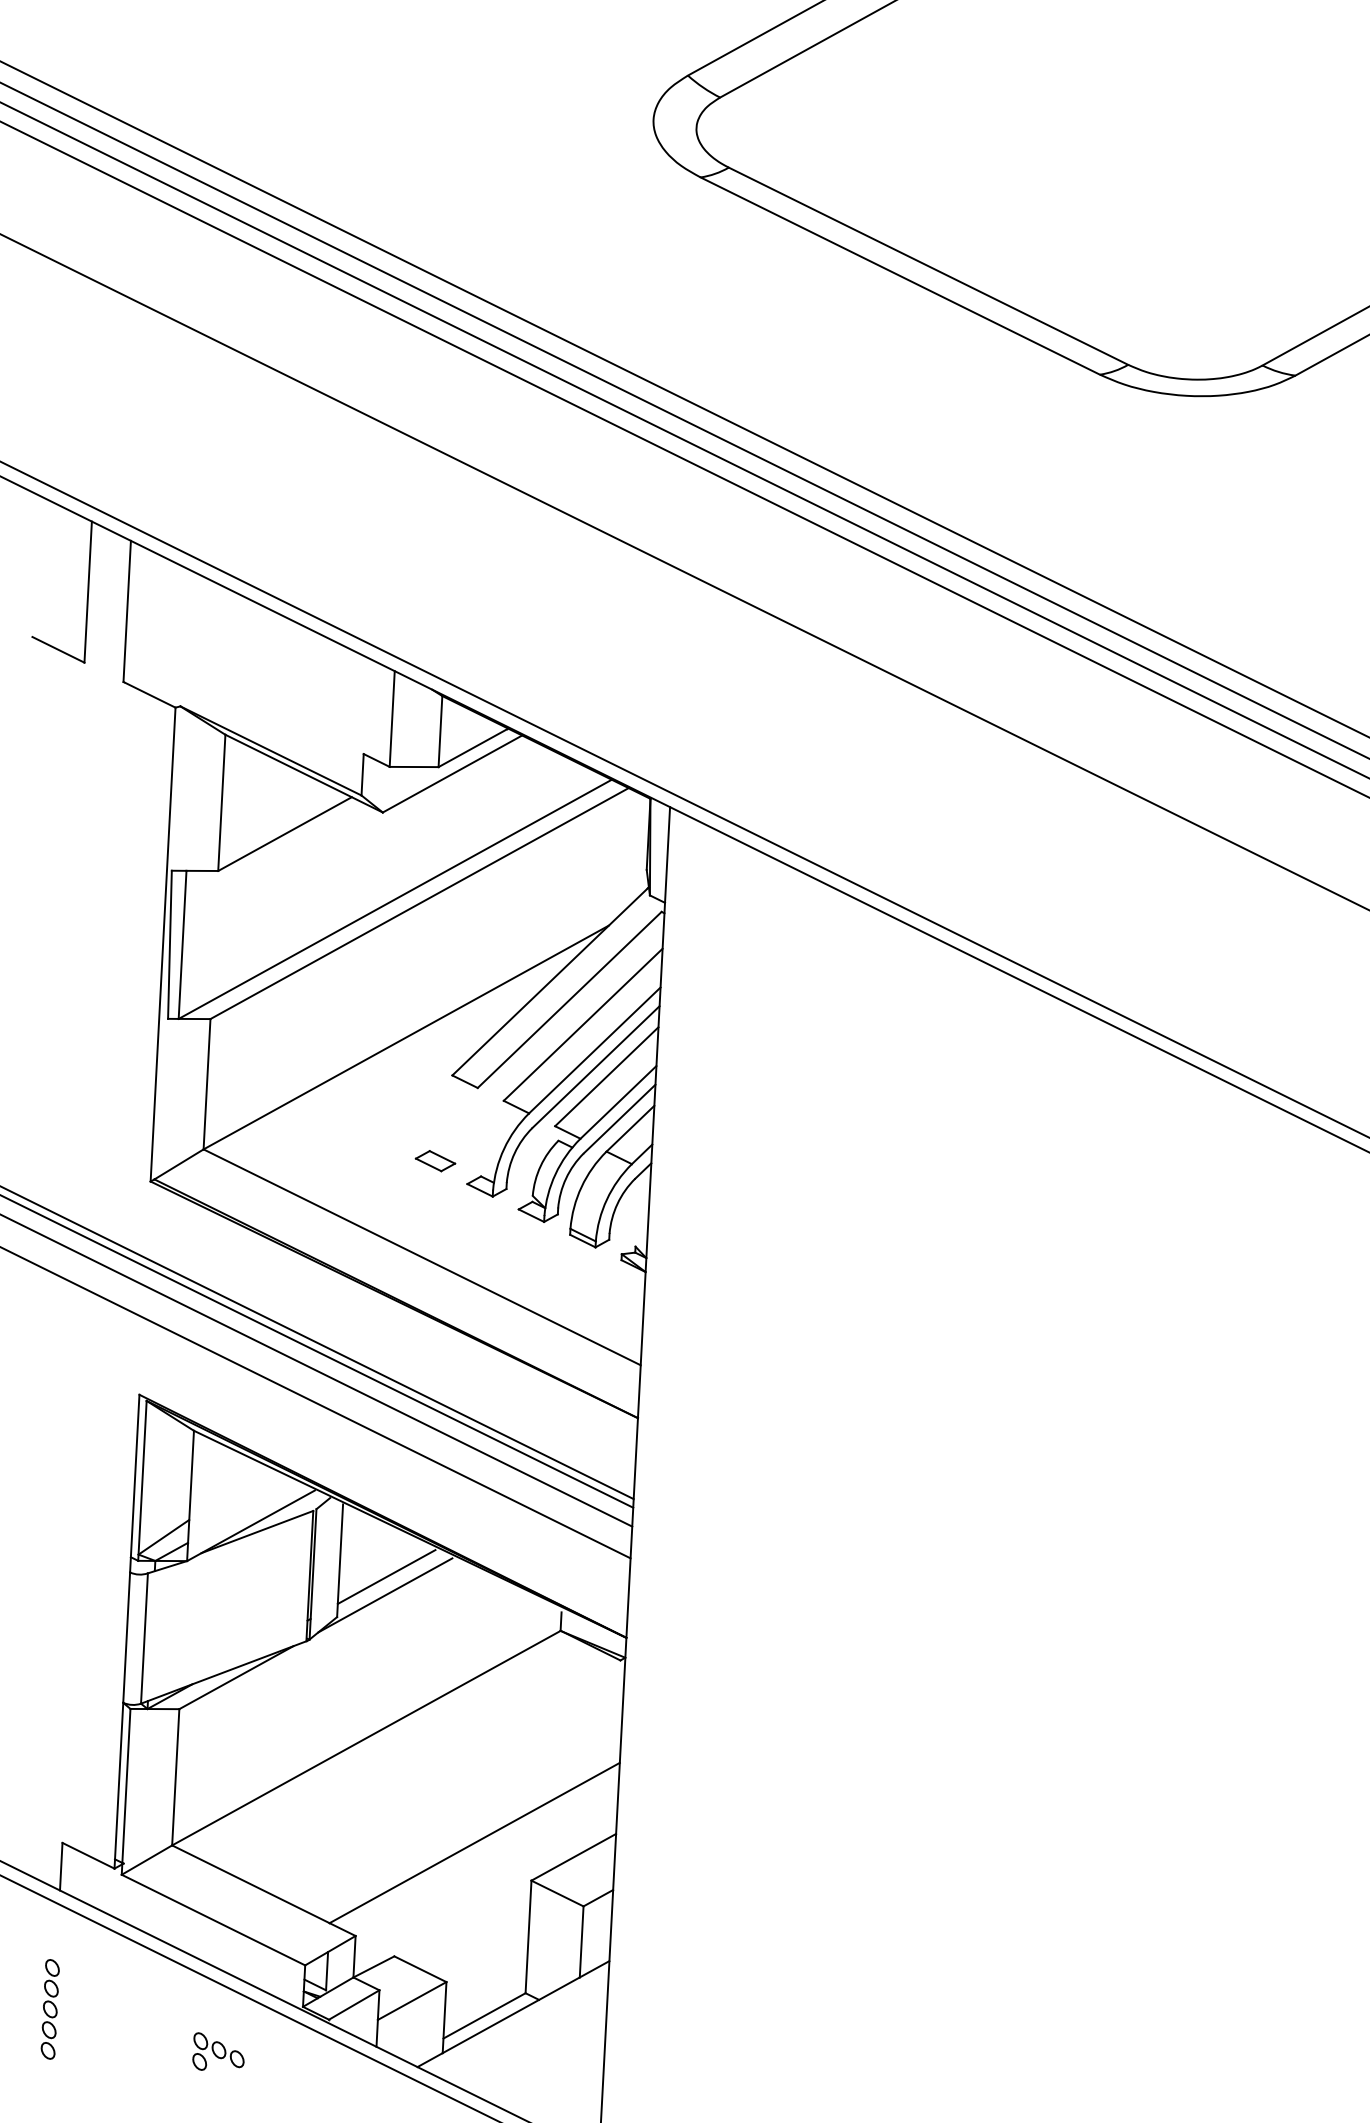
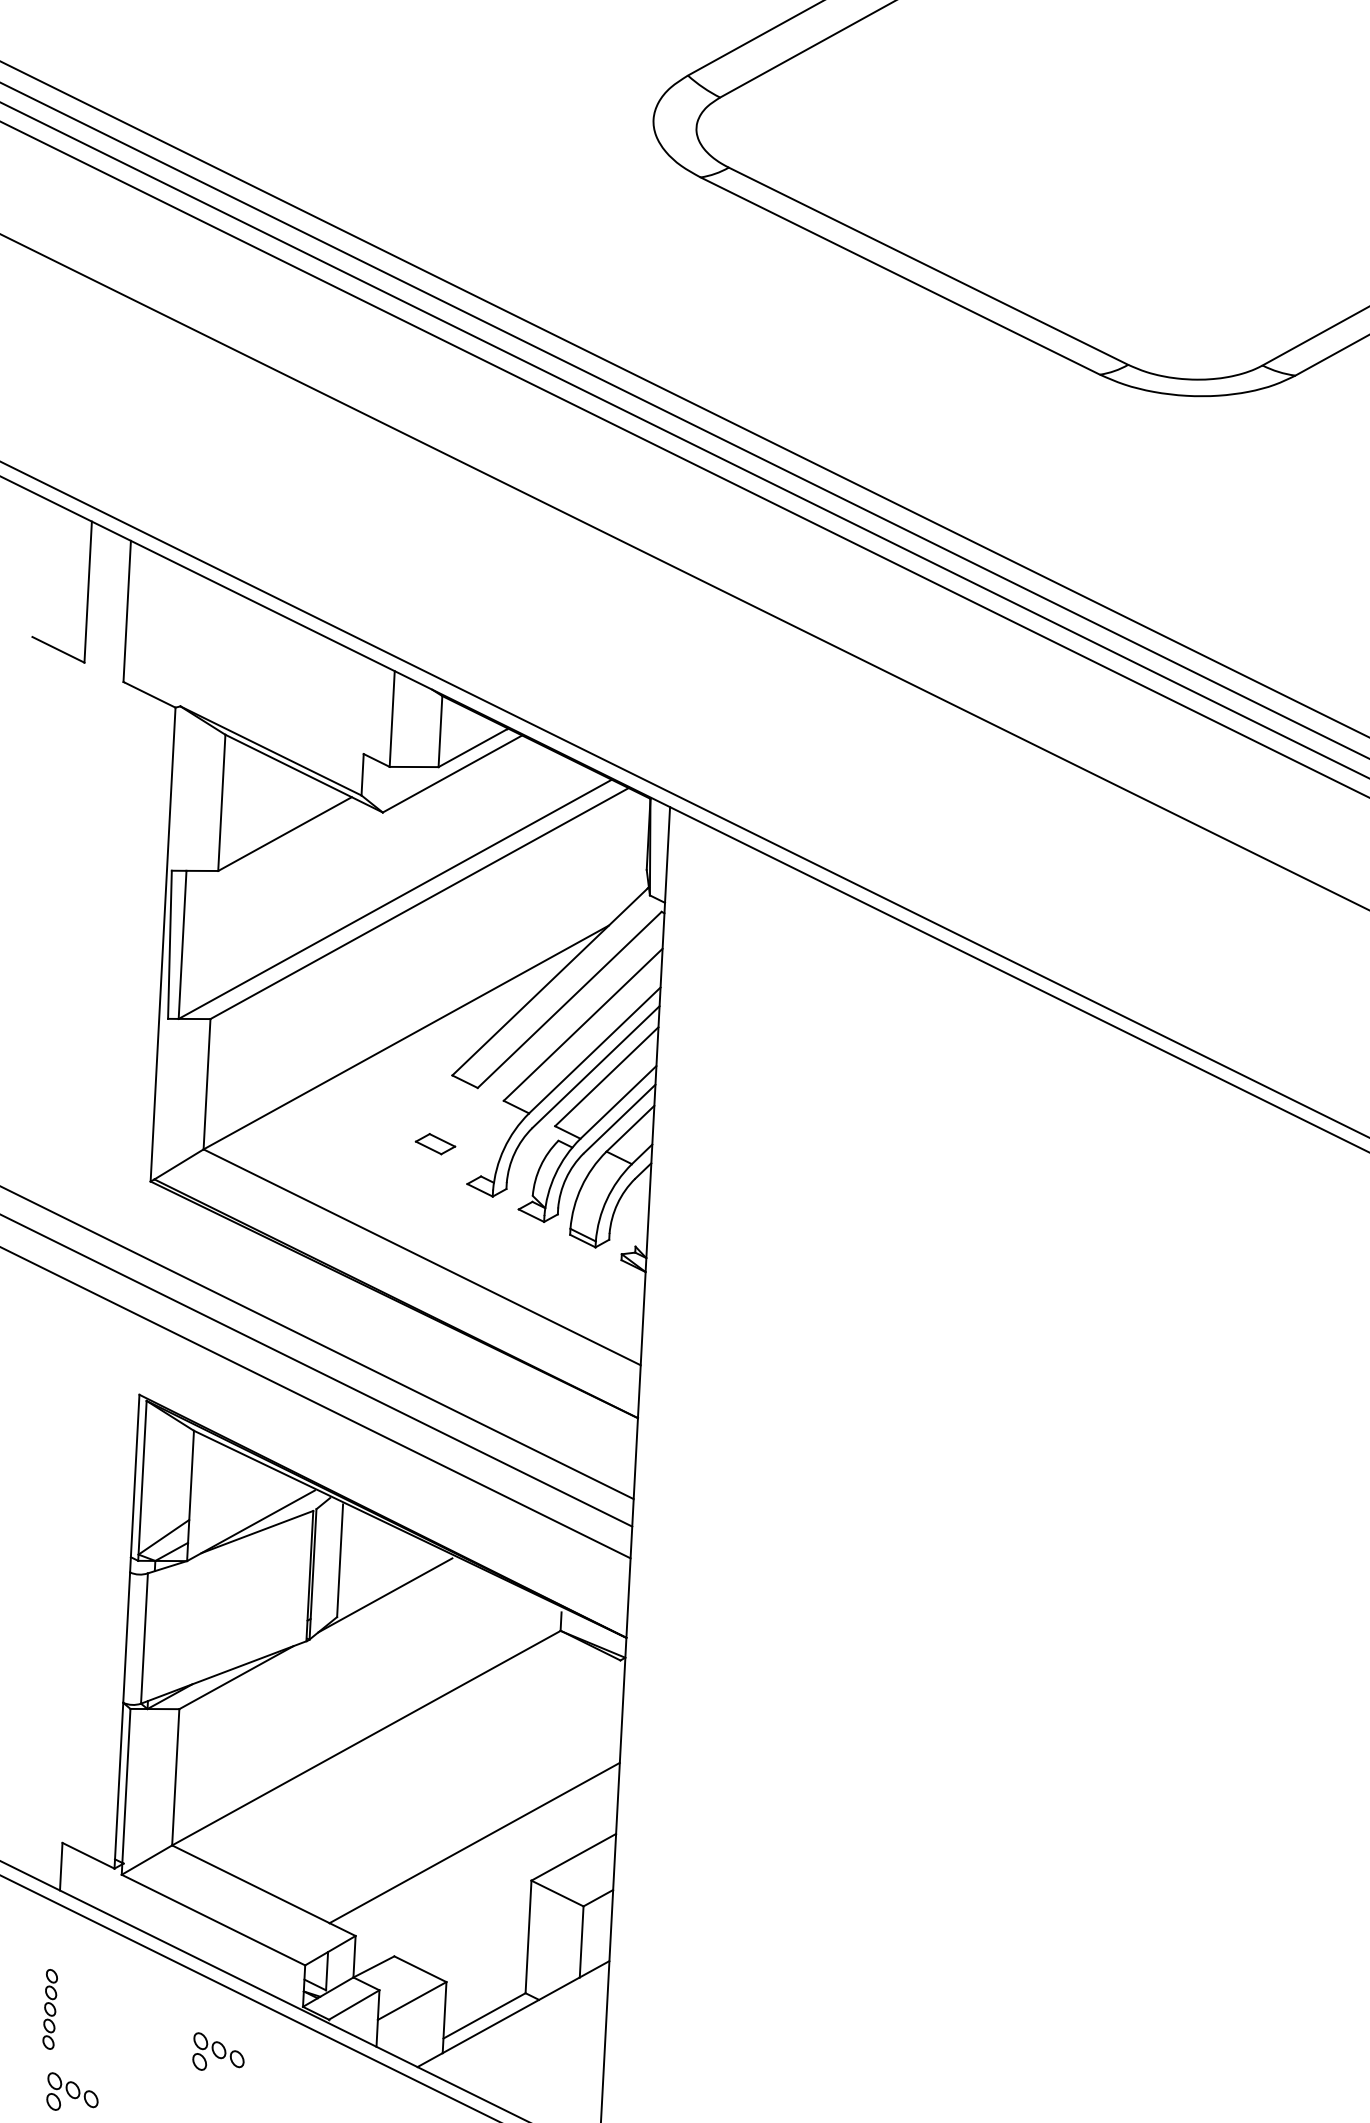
part at (435, 1161) position: (435, 1161) -> (435, 1144)
line at (317, 1351): present -> none
line at (386, 1576): present -> none
part at (49, 2009) size: 20x101 px -> 16x81 px
part at (72, 2091): none -> present
